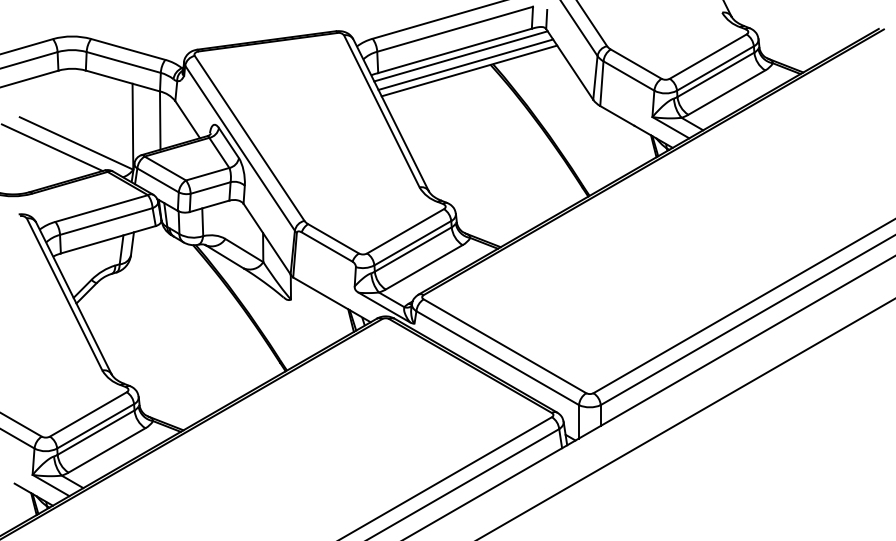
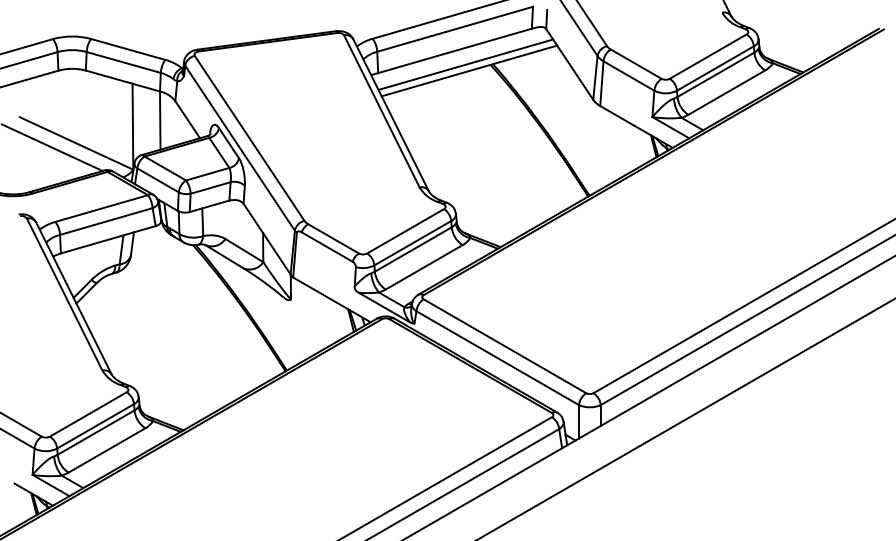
line at (460, 56): present -> none
